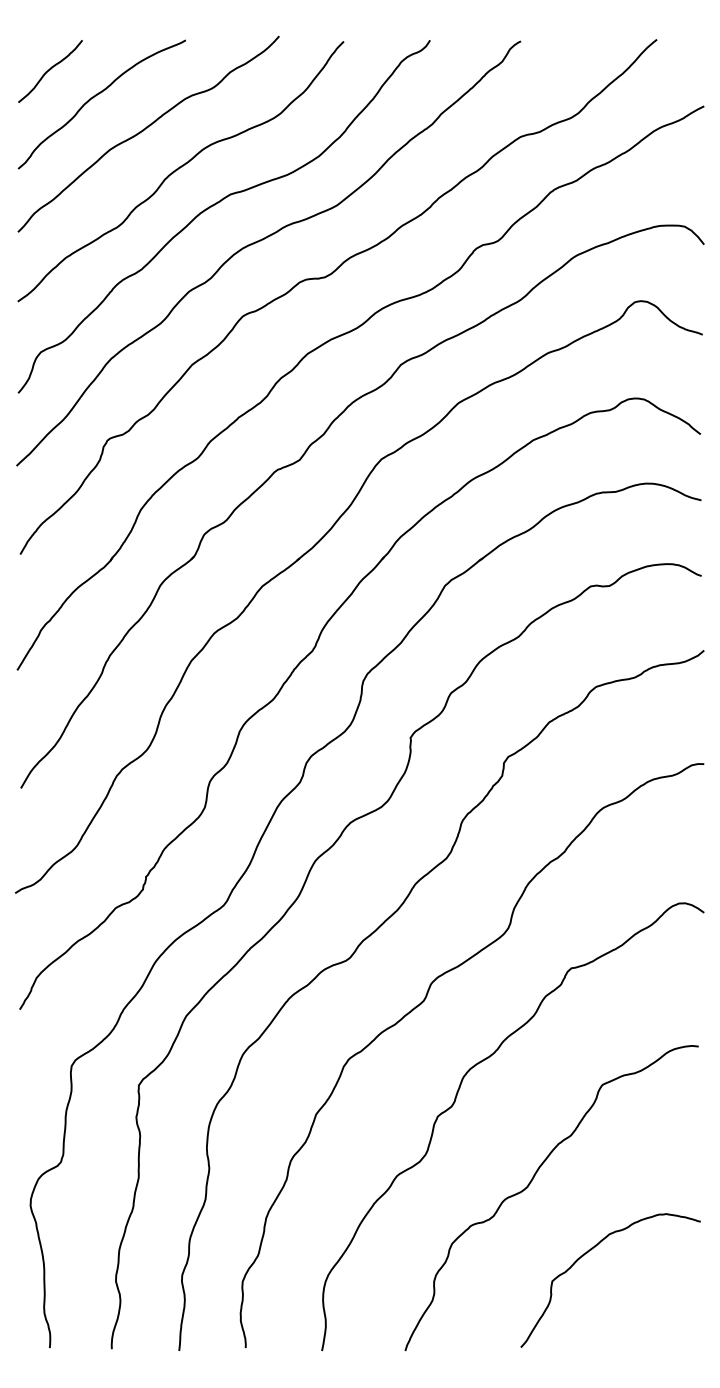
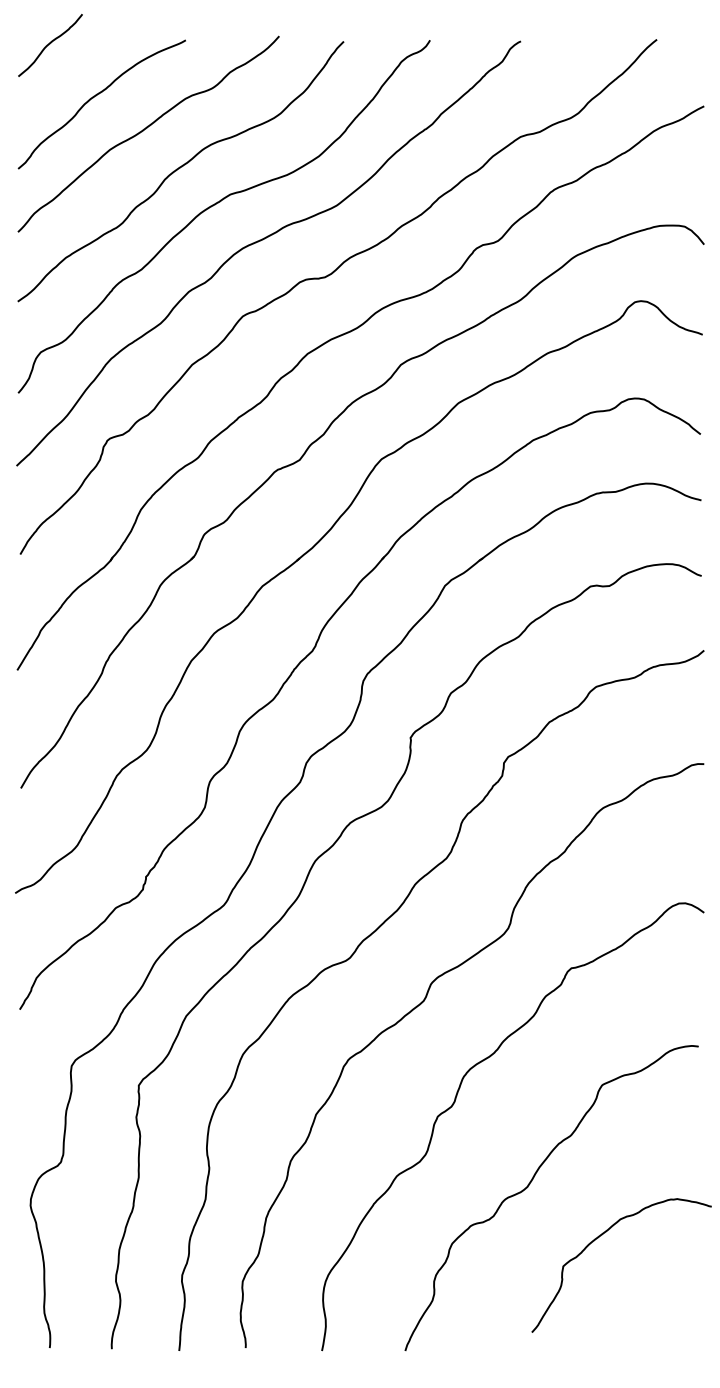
curve at (50, 70) position: (50, 70) -> (50, 44)
curve at (587, 1253) position: (587, 1253) -> (598, 1238)
